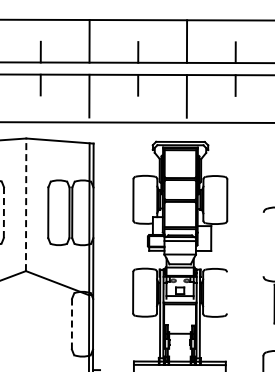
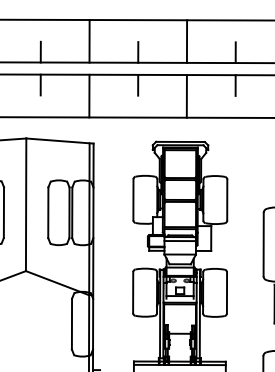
line at (136, 122) position: (136, 122) -> (136, 117)
line at (26, 204): dashed -> solid
line at (3, 212): dashed -> solid
line at (263, 244): none -> present
line at (226, 292): none -> present
line at (71, 323): dashed -> solid
